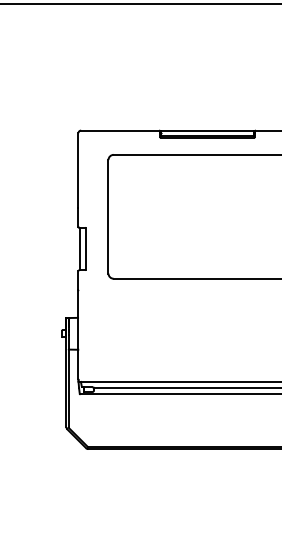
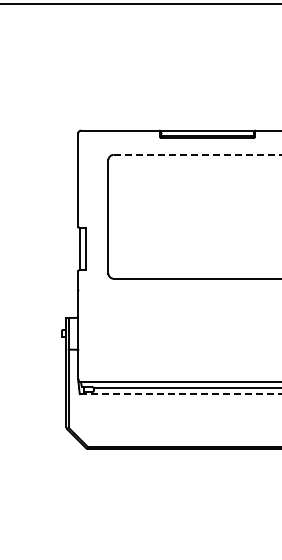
line at (197, 154): solid -> dashed
line at (181, 394): solid -> dashed
